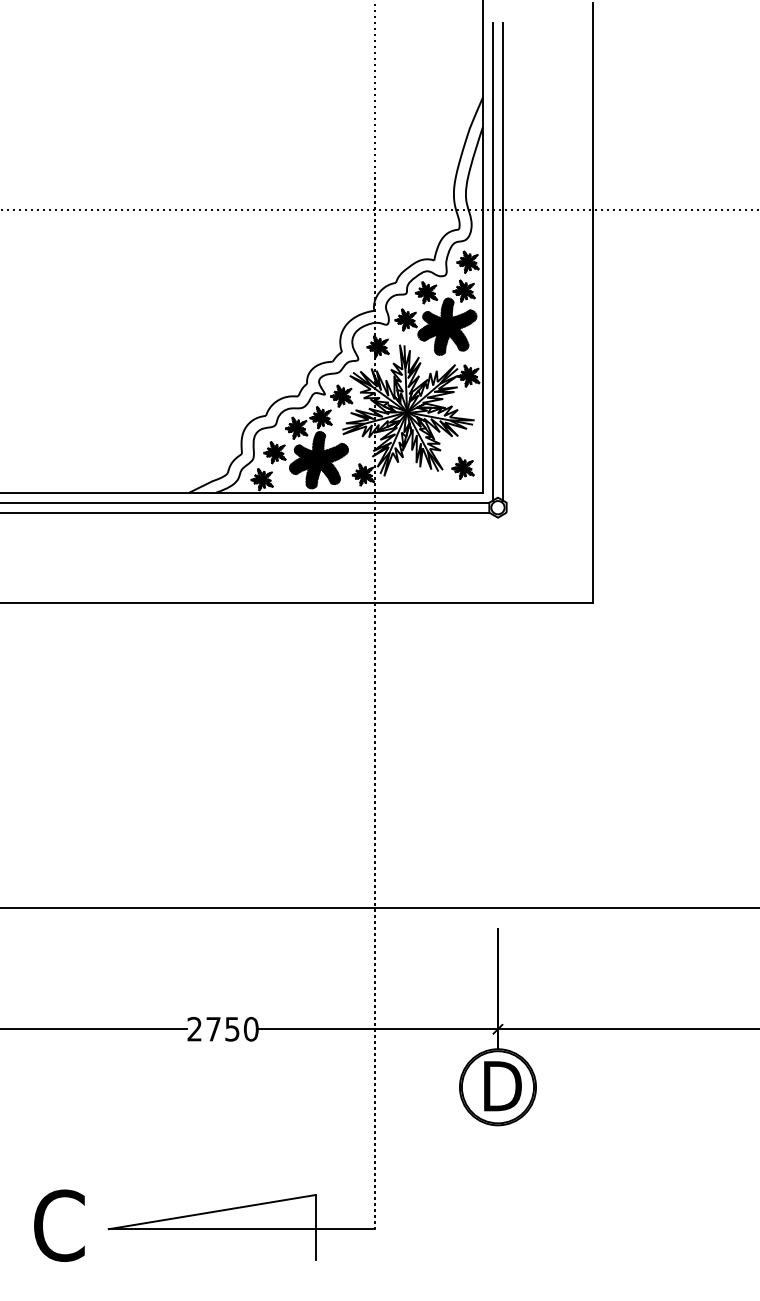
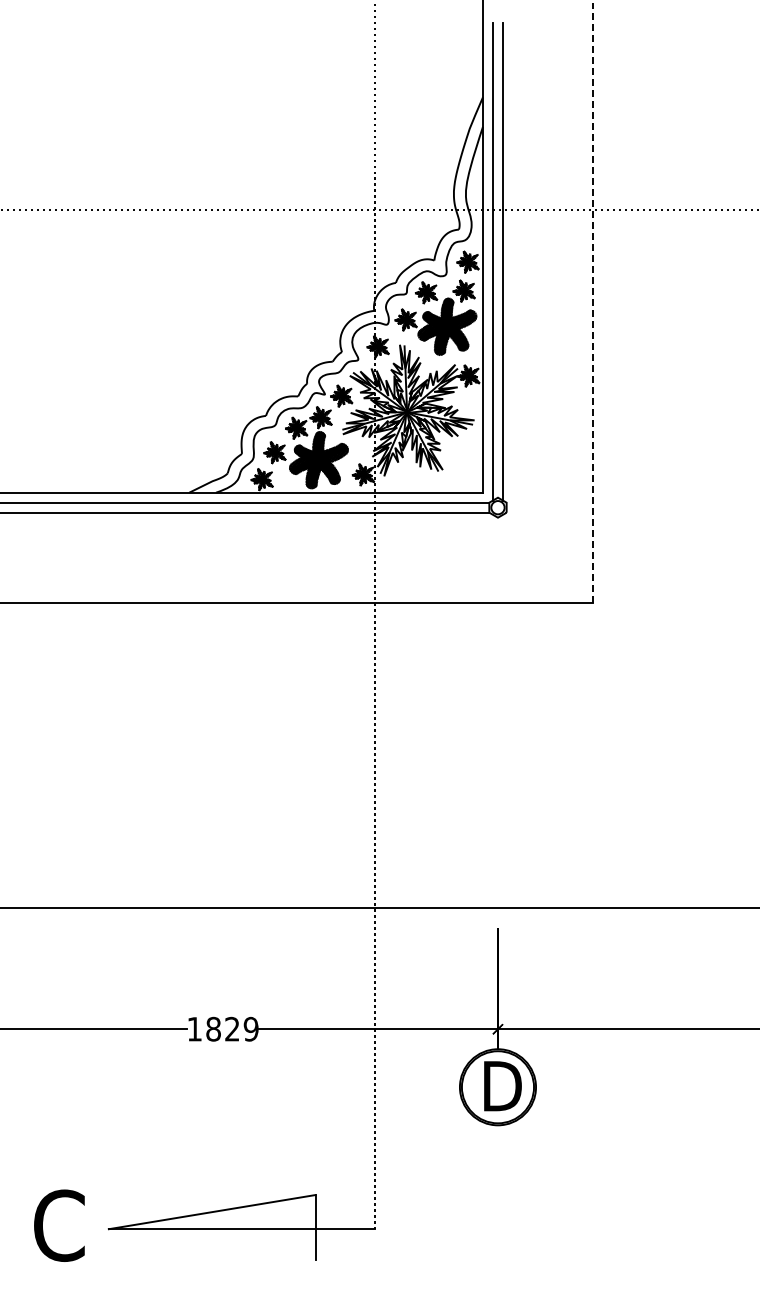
line at (592, 302): solid -> dashed
part at (462, 467): present -> none
text at (222, 1028): 2750 -> 1829
